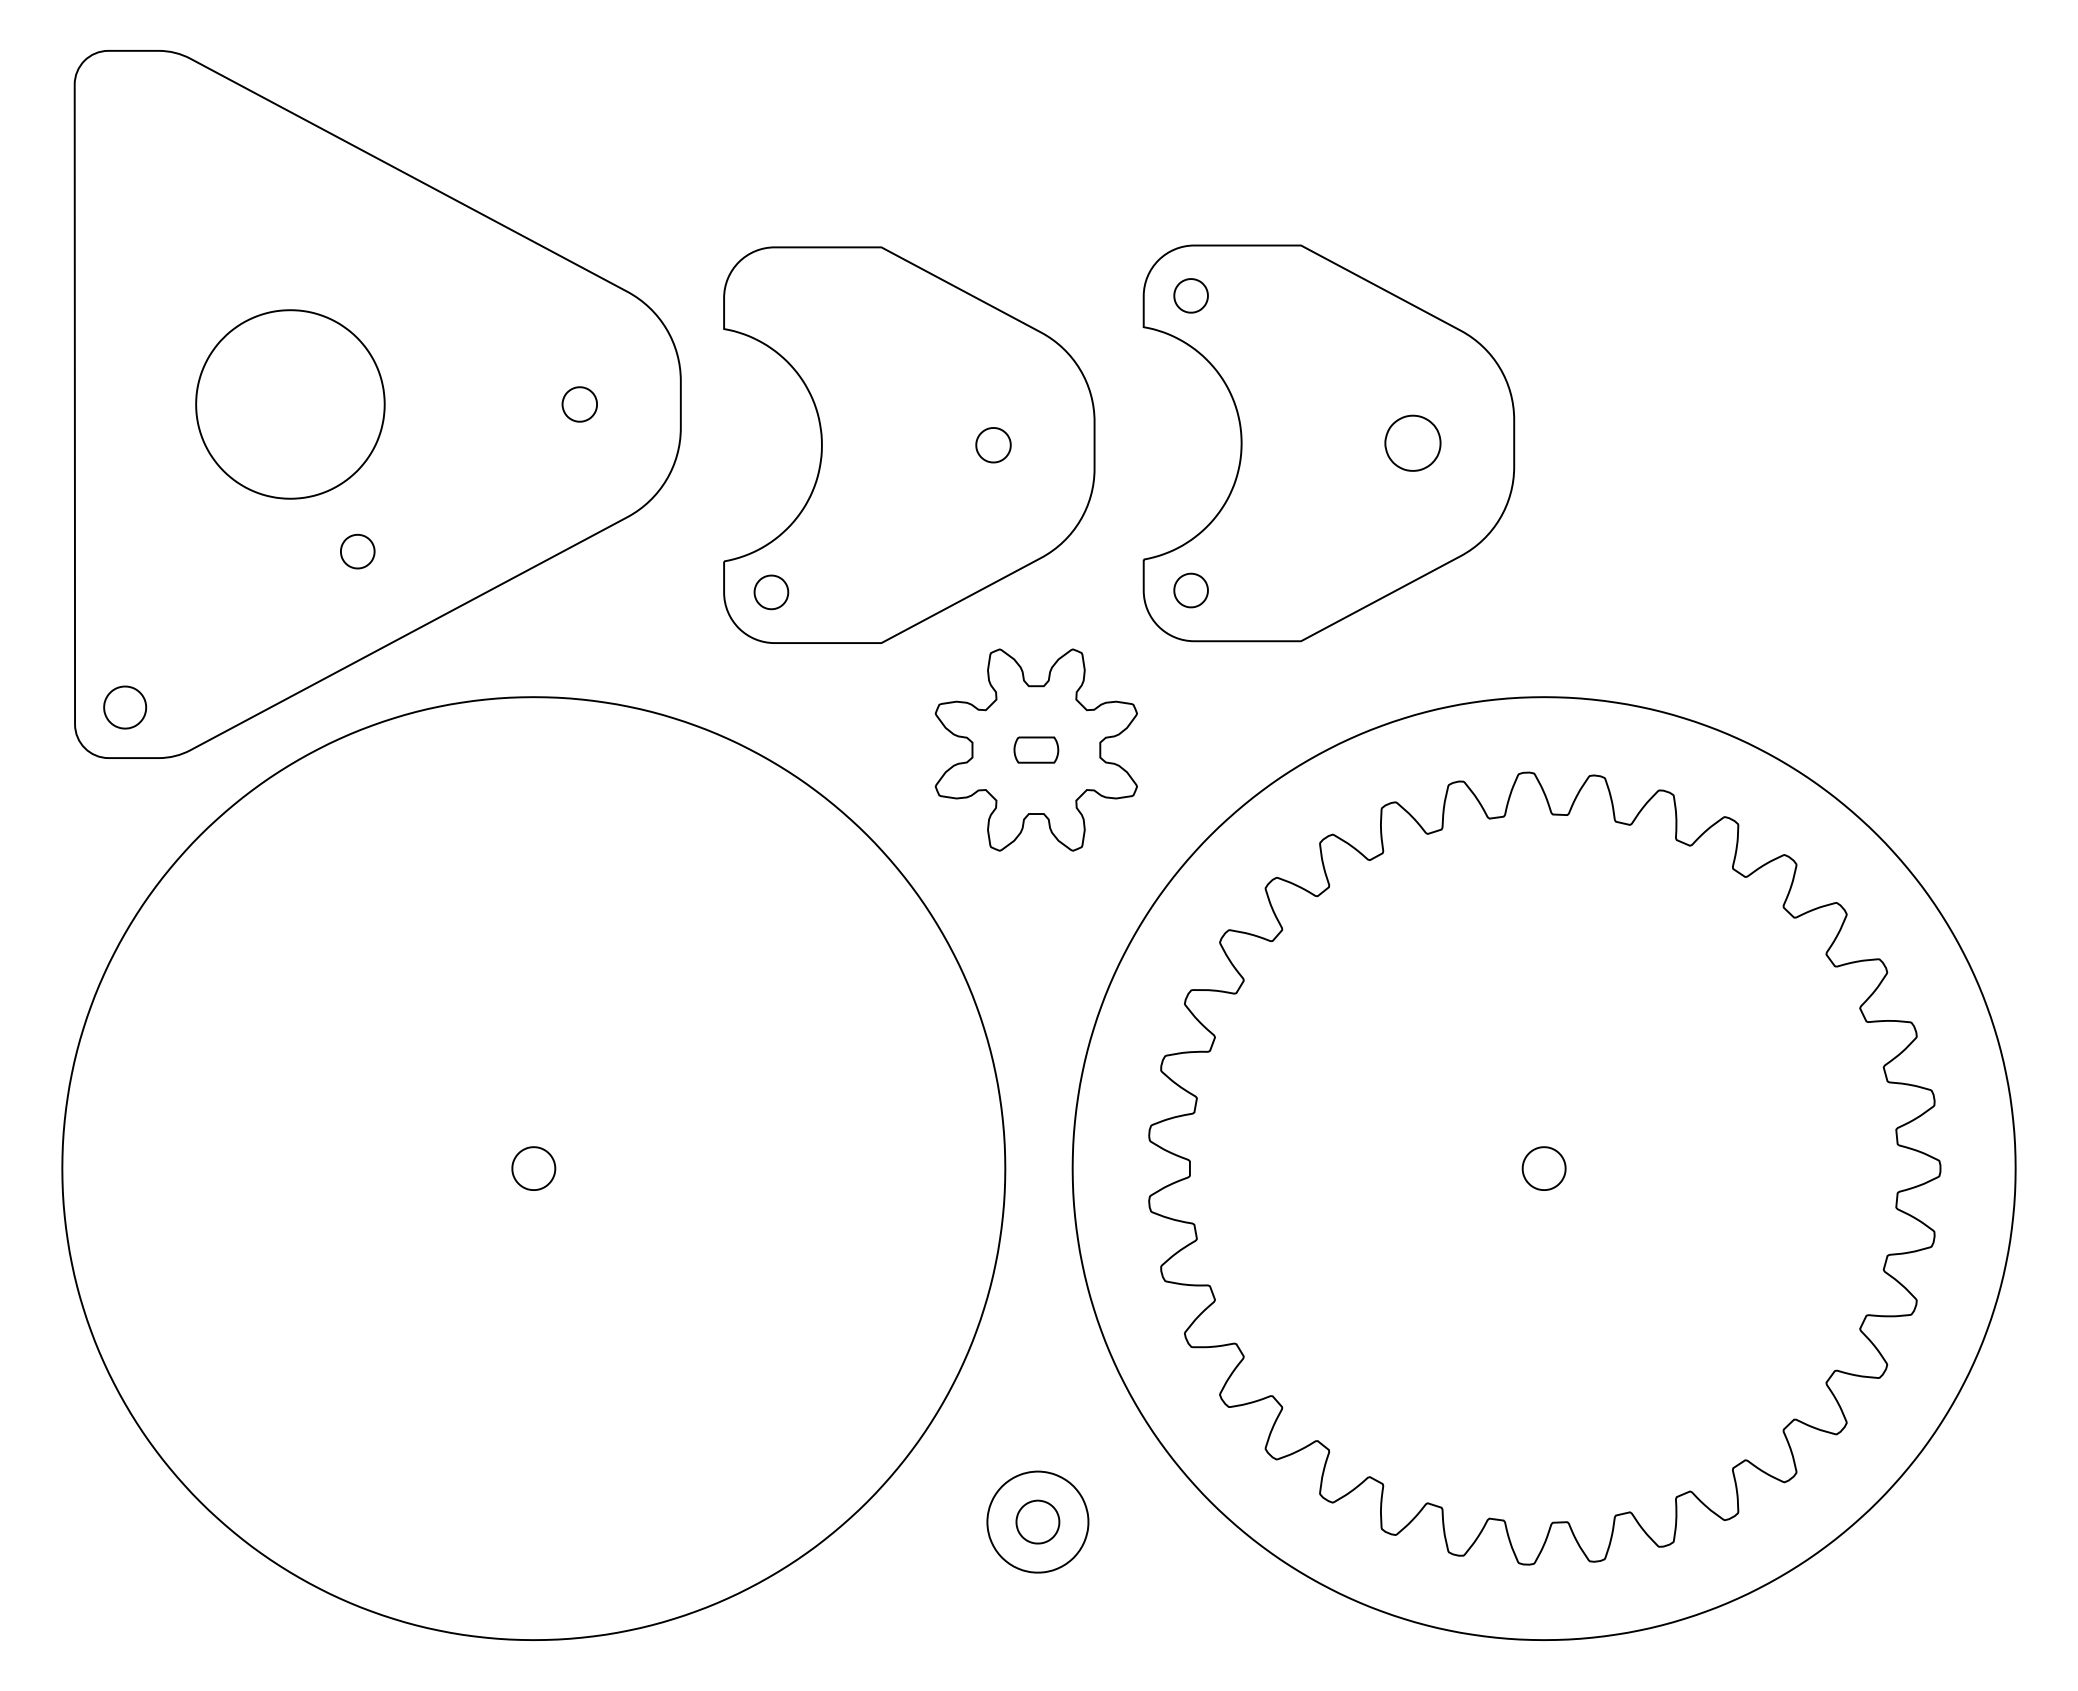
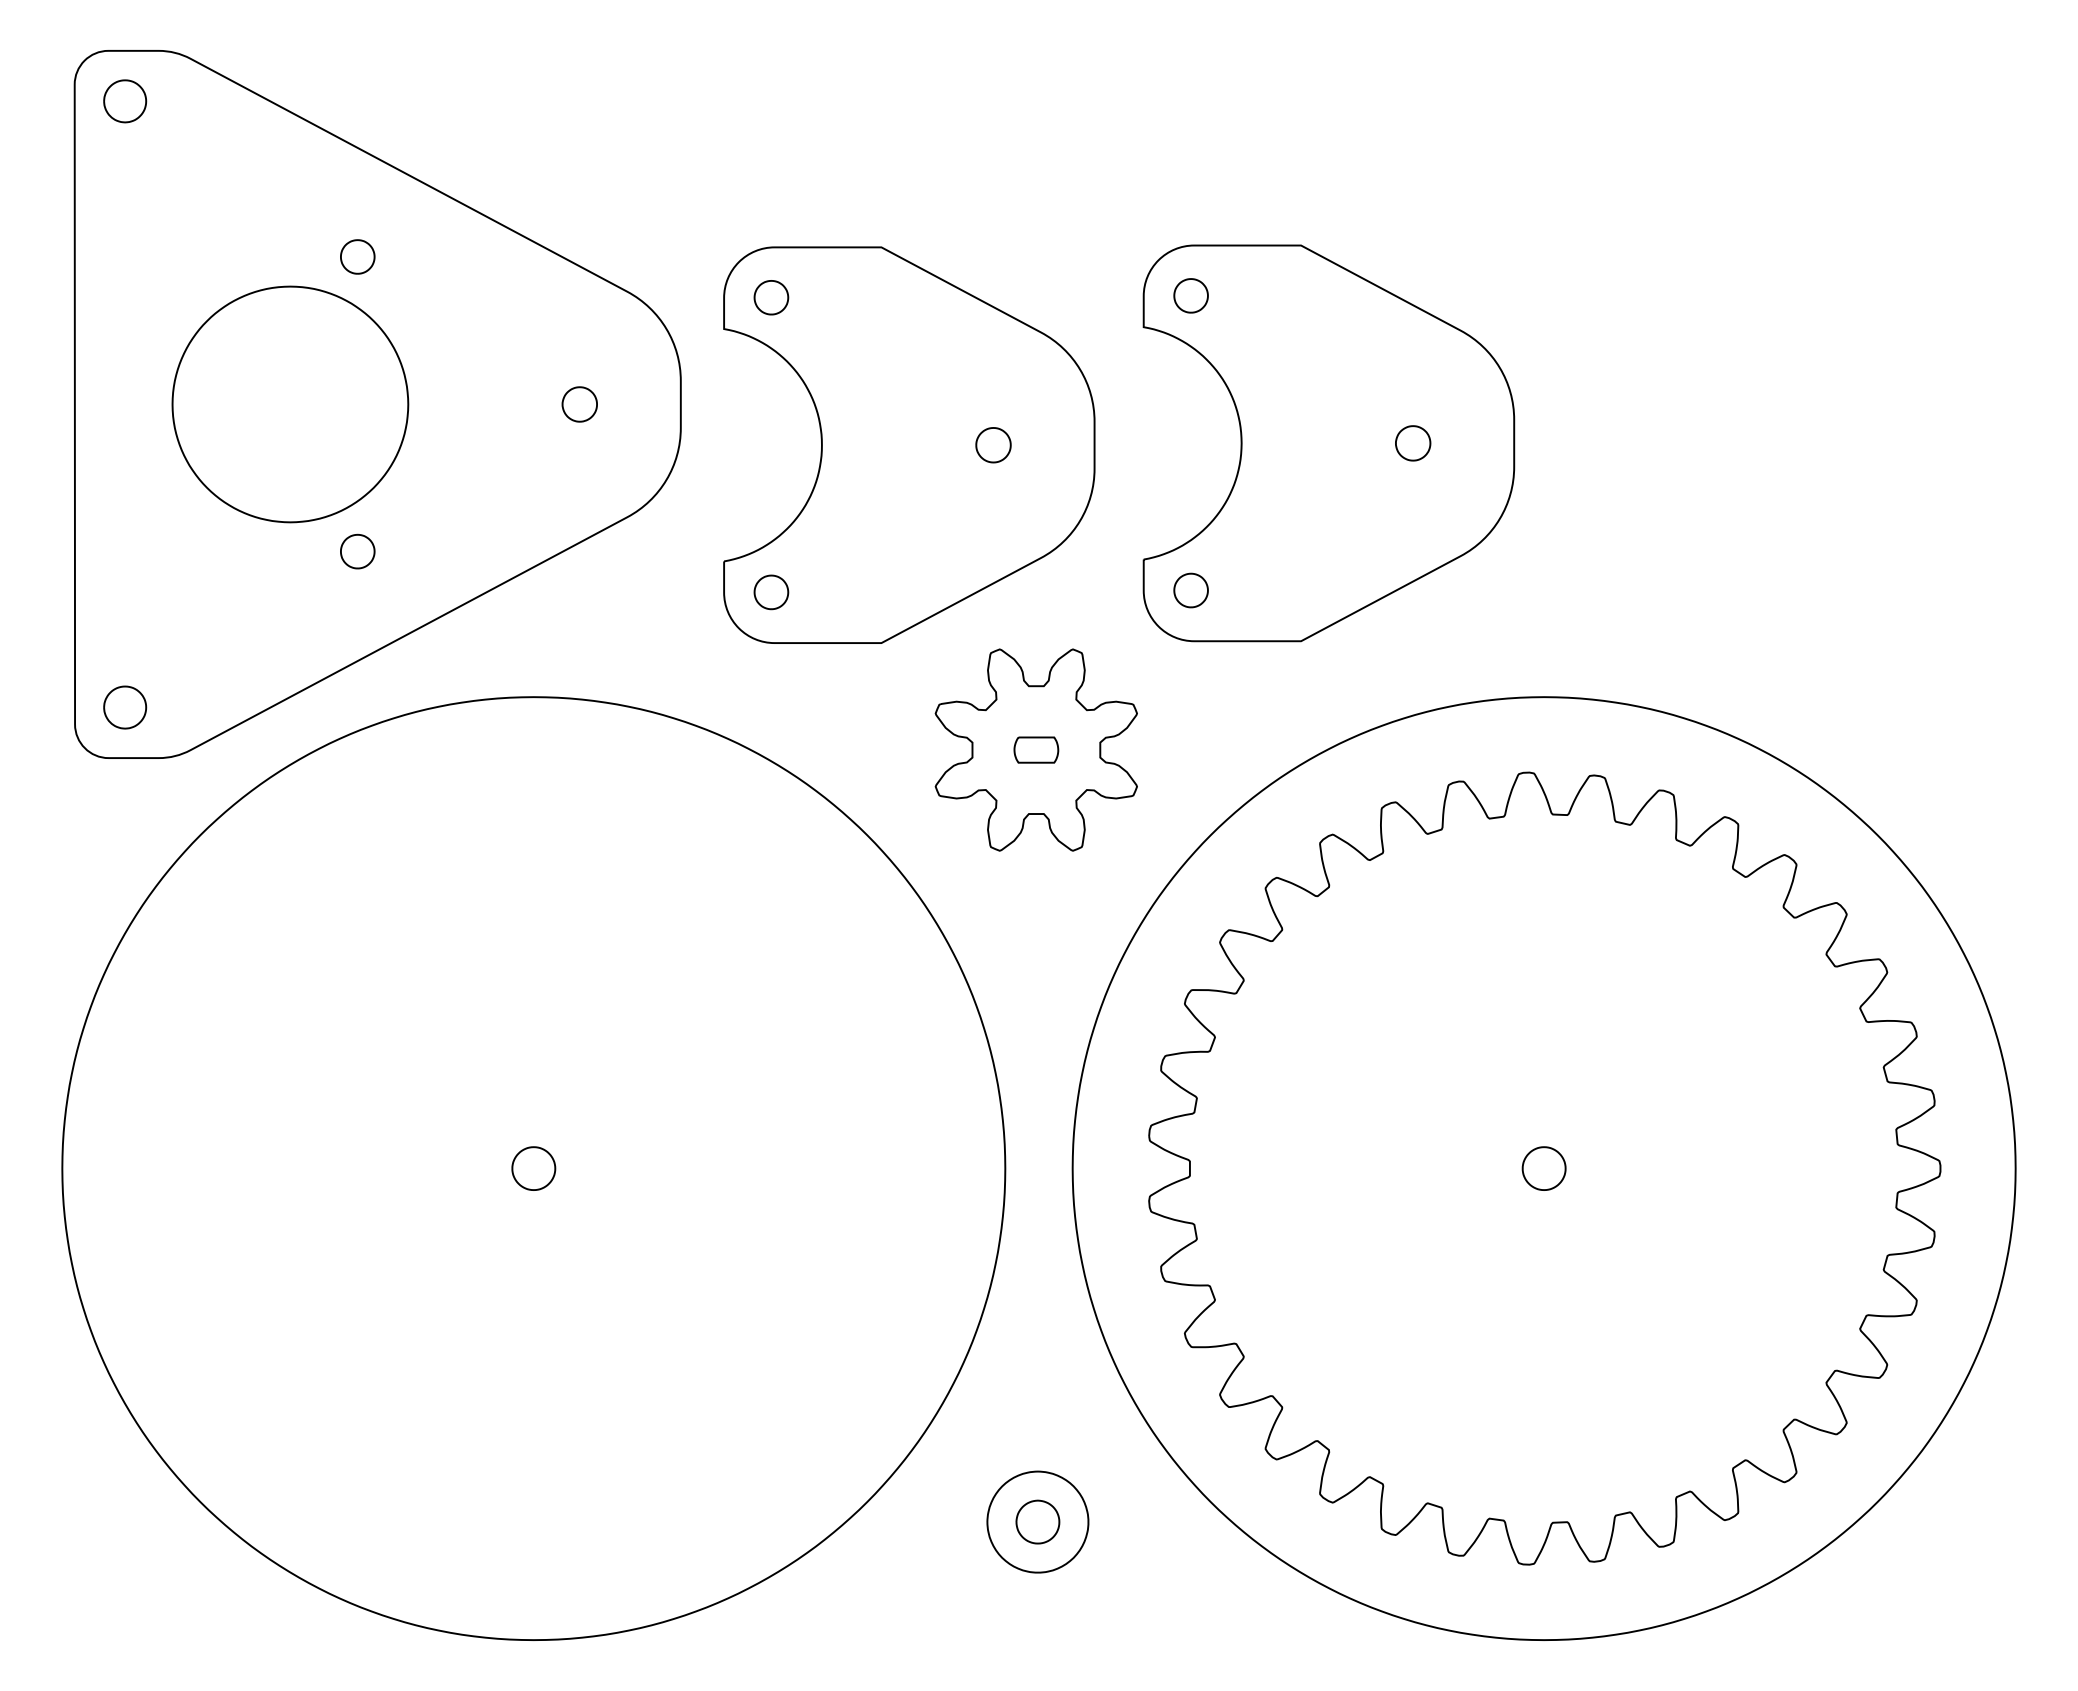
part at (125, 101): none -> present
part at (357, 256): none -> present
part at (771, 297): none -> present
part at (290, 404) size: 191x191 px -> 239x239 px
part at (1412, 442) size: 58x58 px -> 37x37 px
